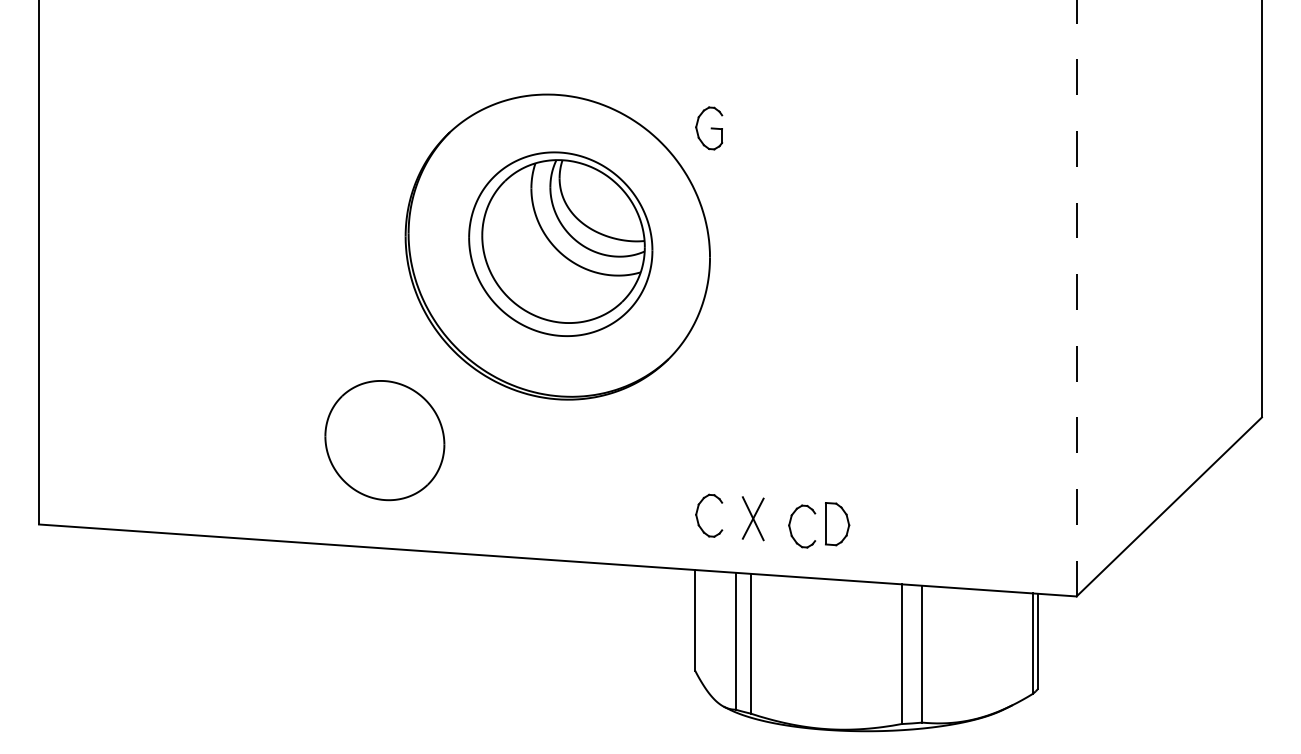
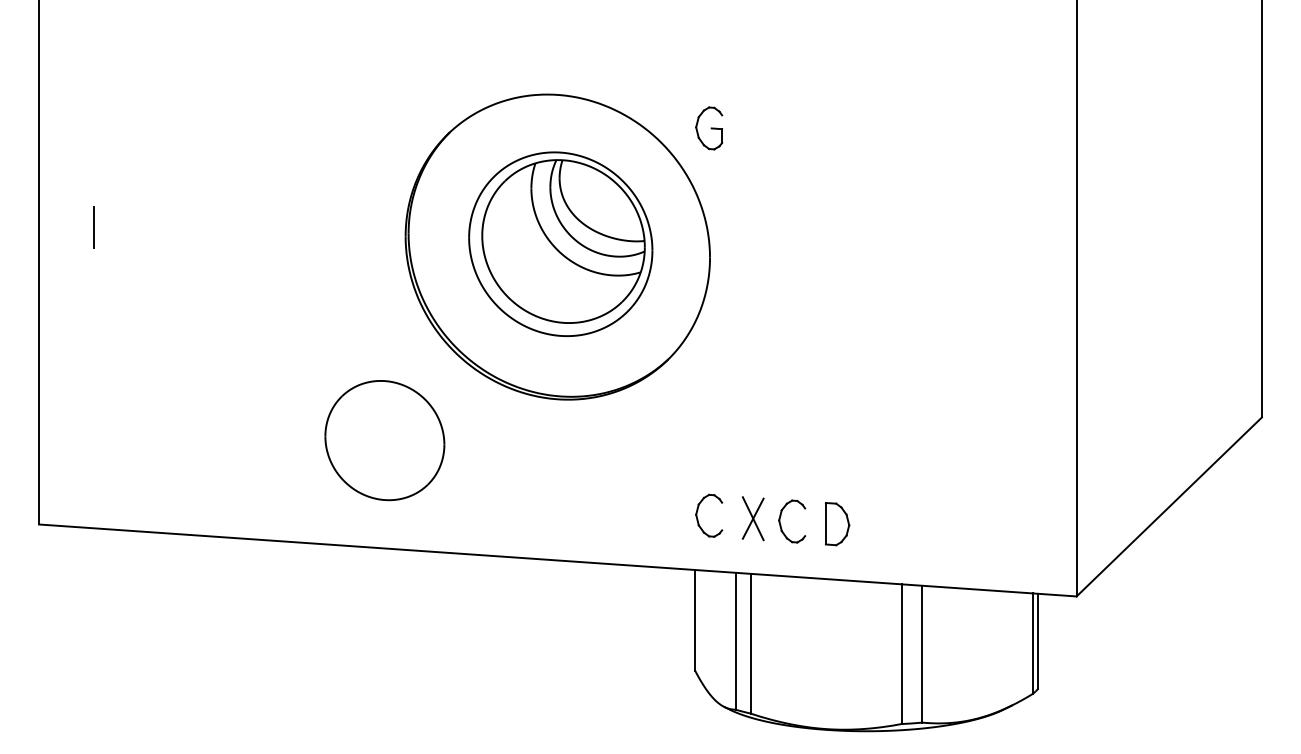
line at (94, 227): none -> present
line at (1076, 298): dashed -> solid
part at (791, 529) position: (791, 529) -> (781, 524)
